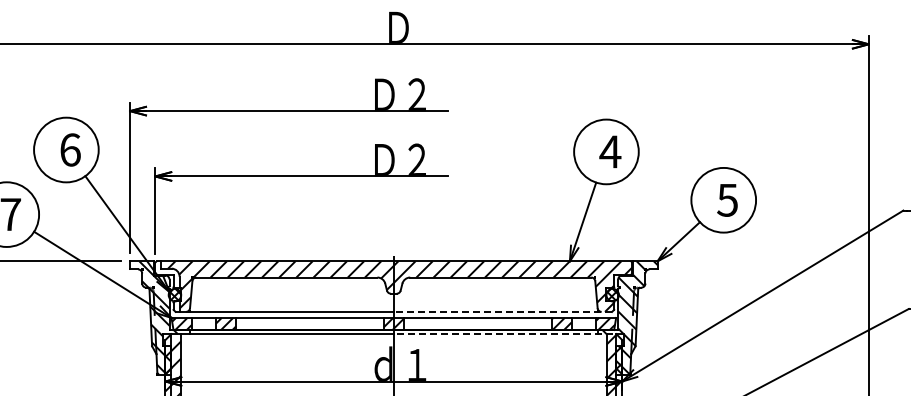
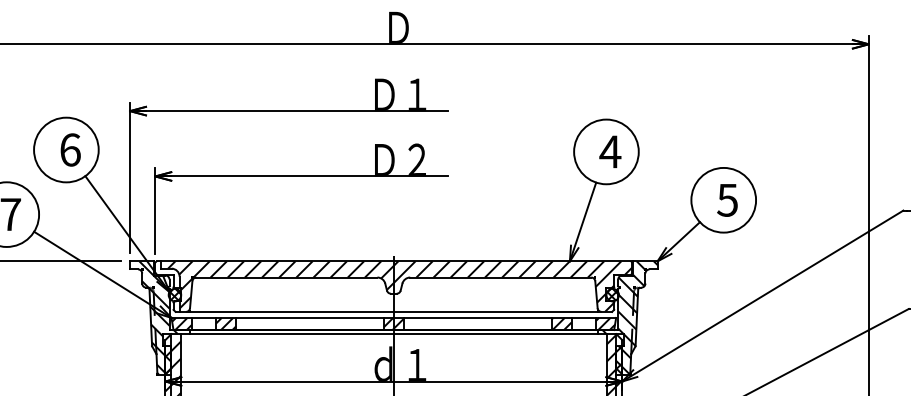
text at (417, 93): Ｄ２ -> Ｄ１
line at (502, 311): dashed -> solid
line at (508, 334): dashed -> solid
